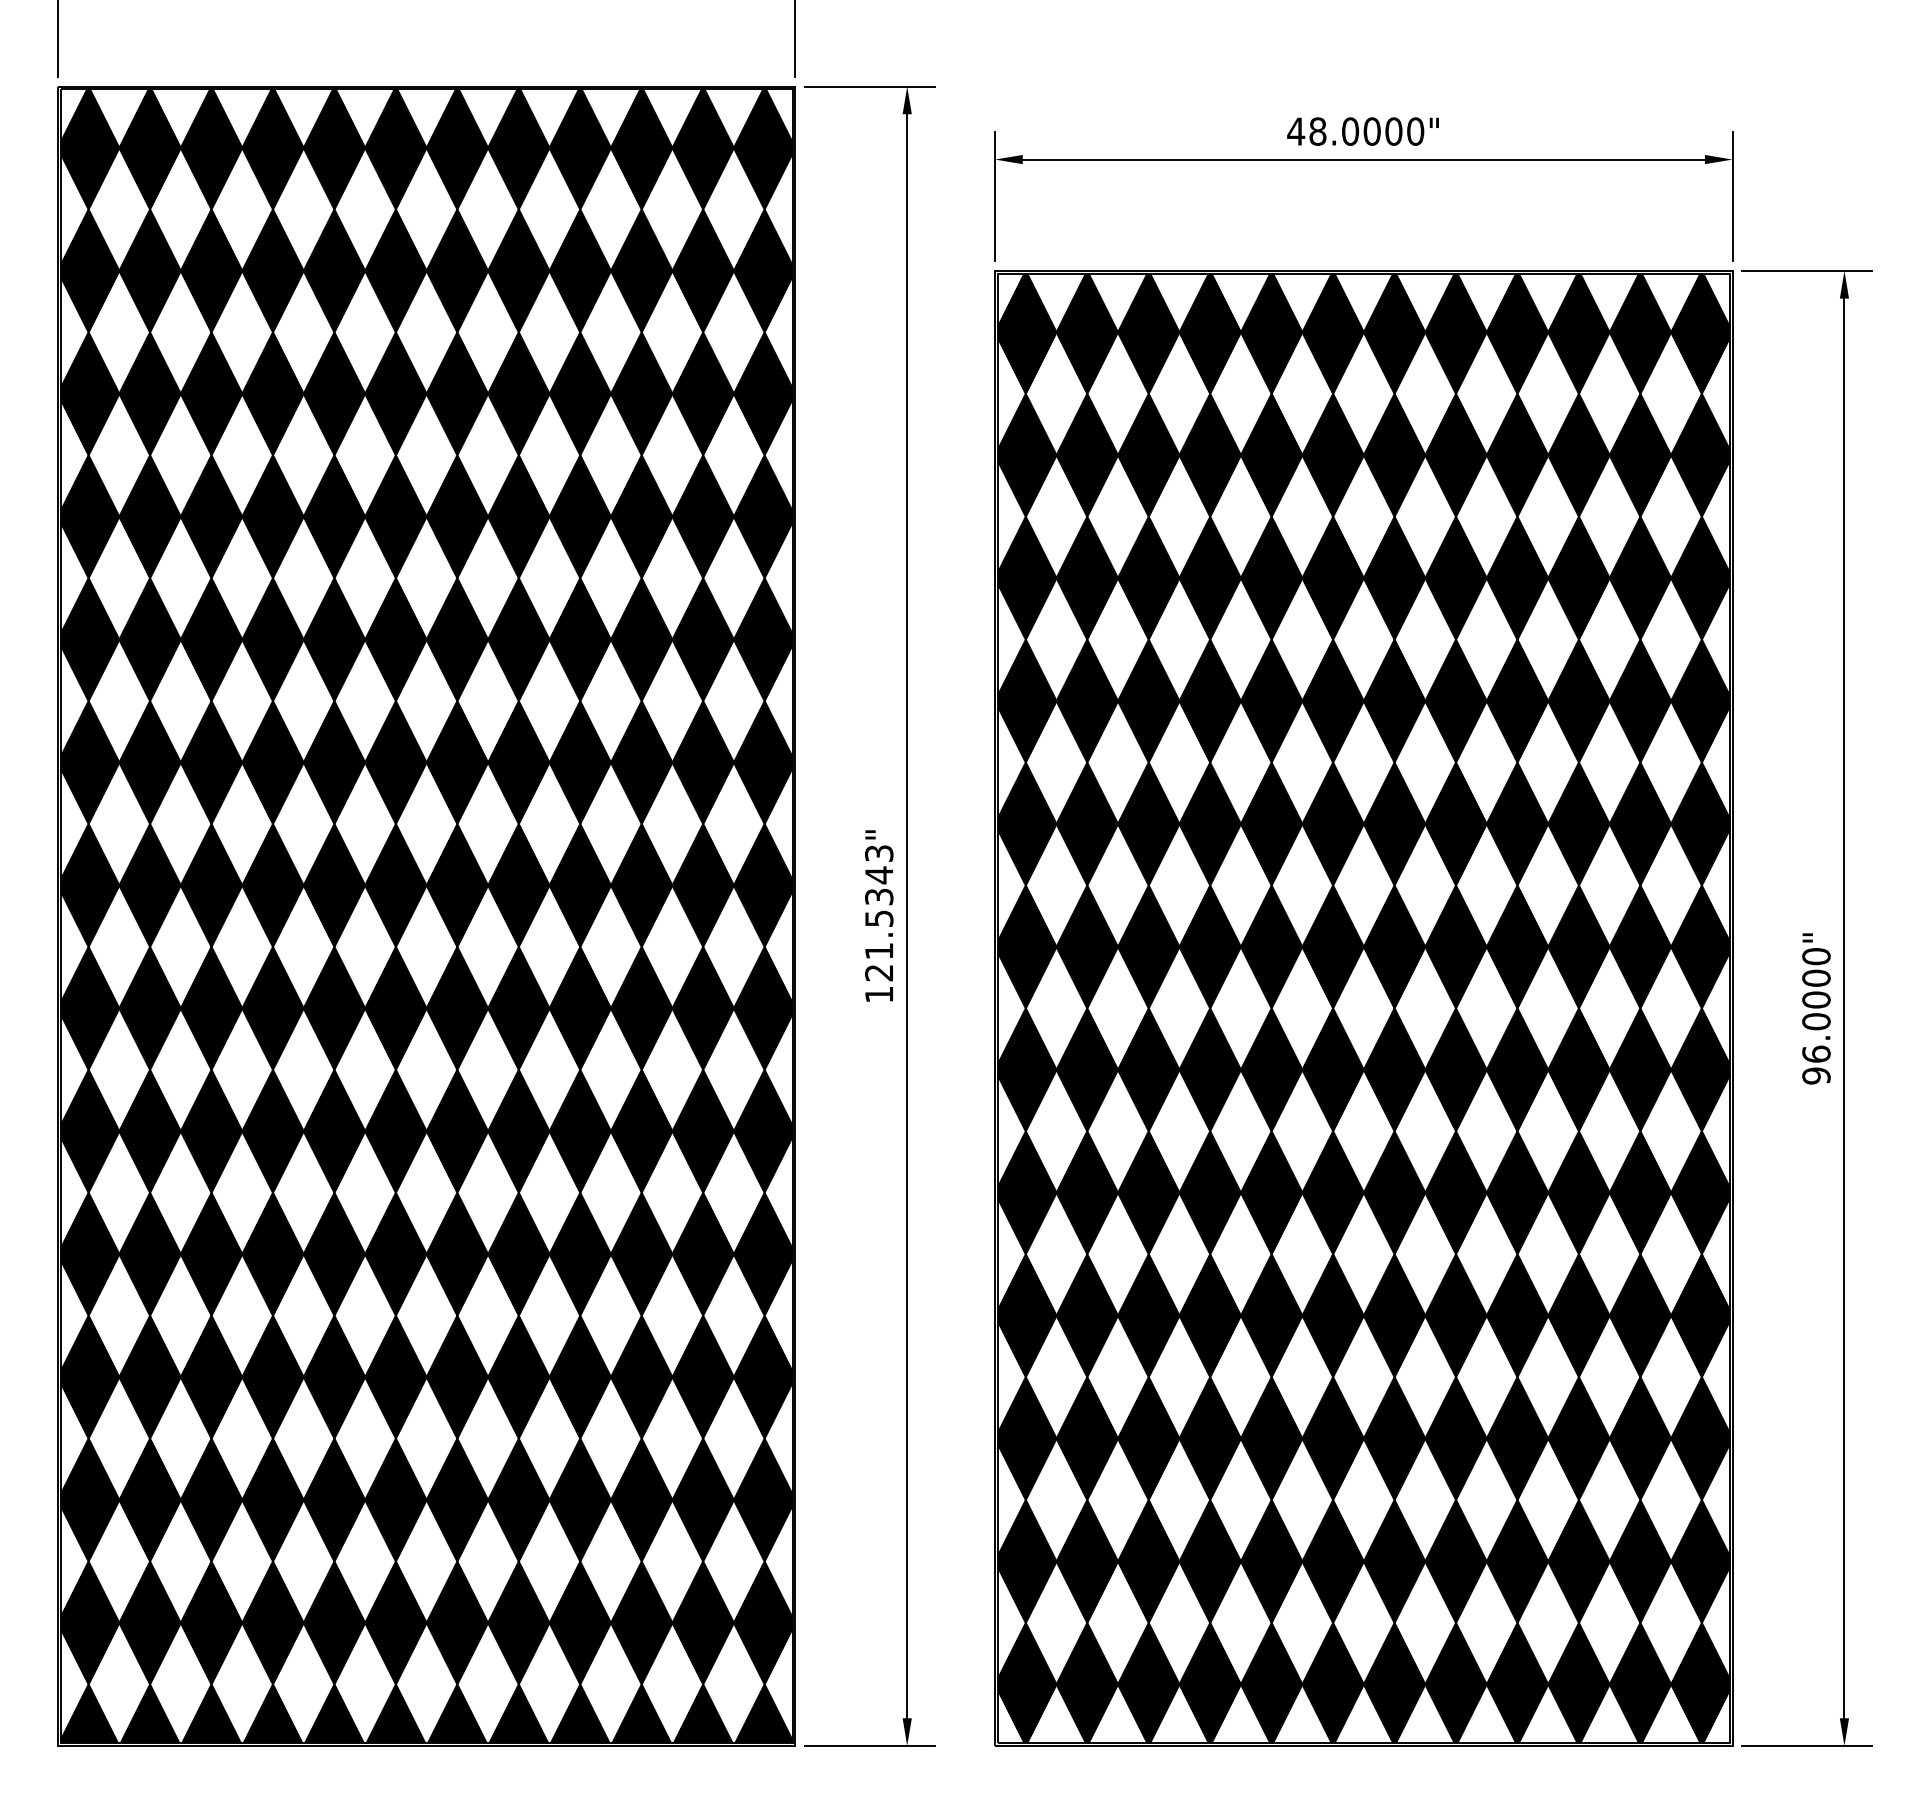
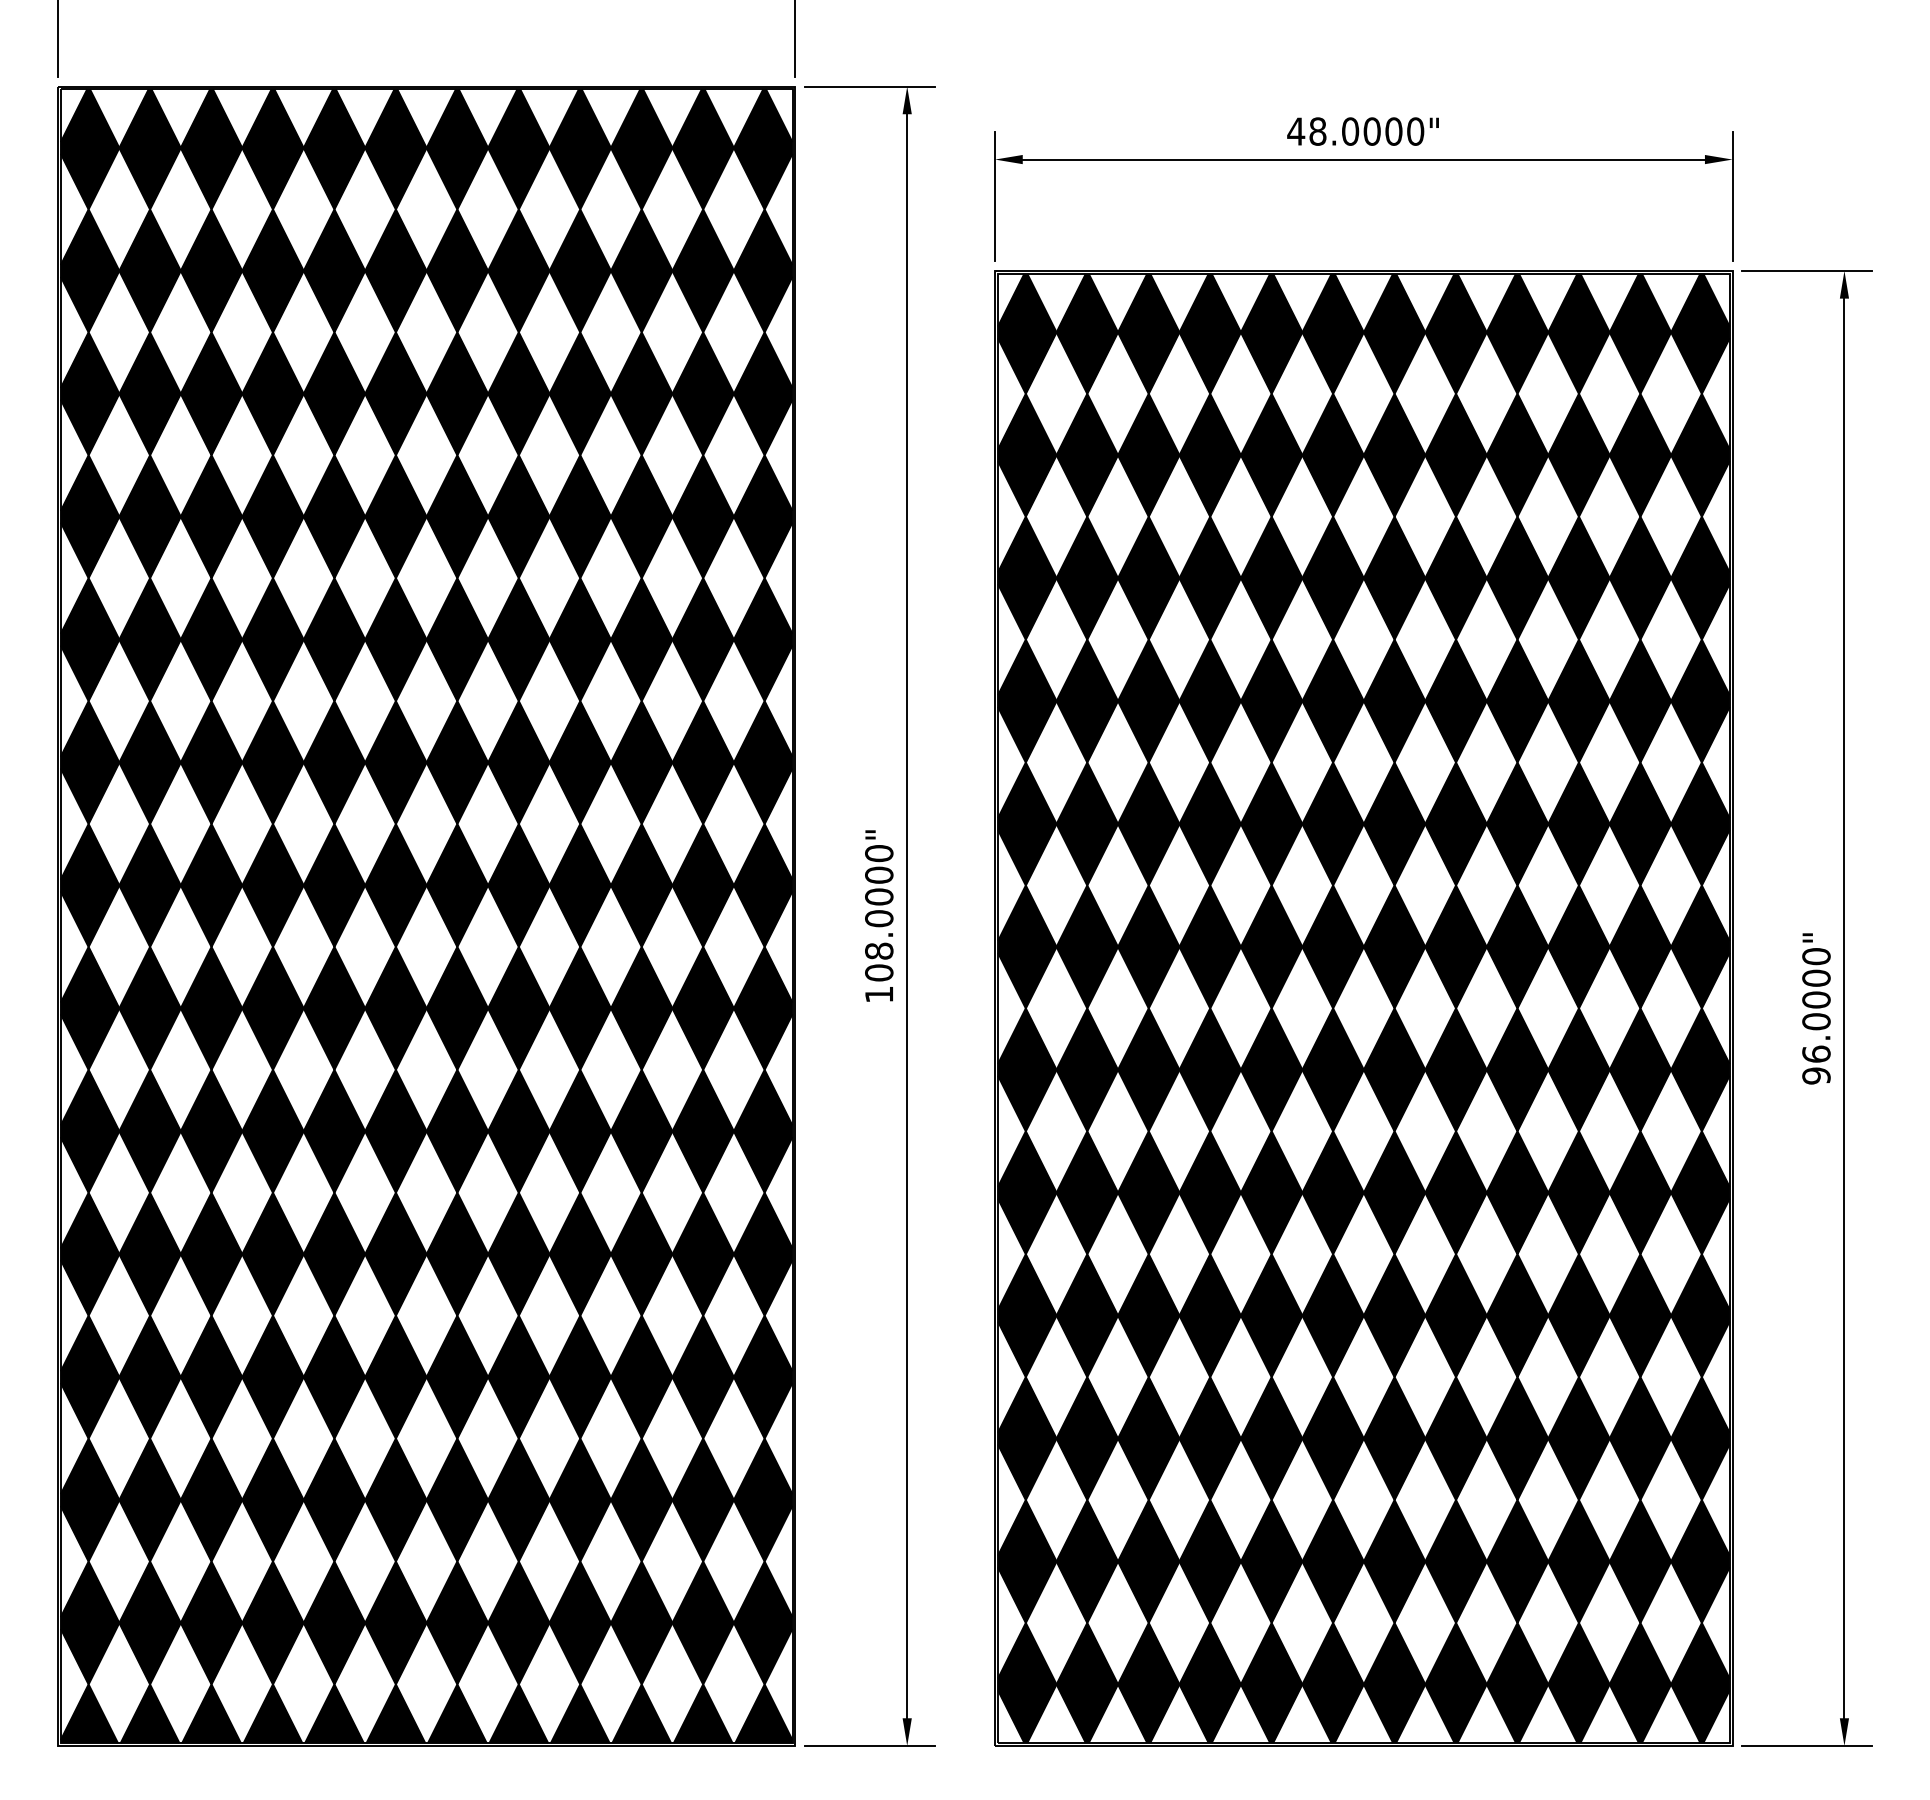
text at (879, 913): 121.5343" -> 108.0000"
